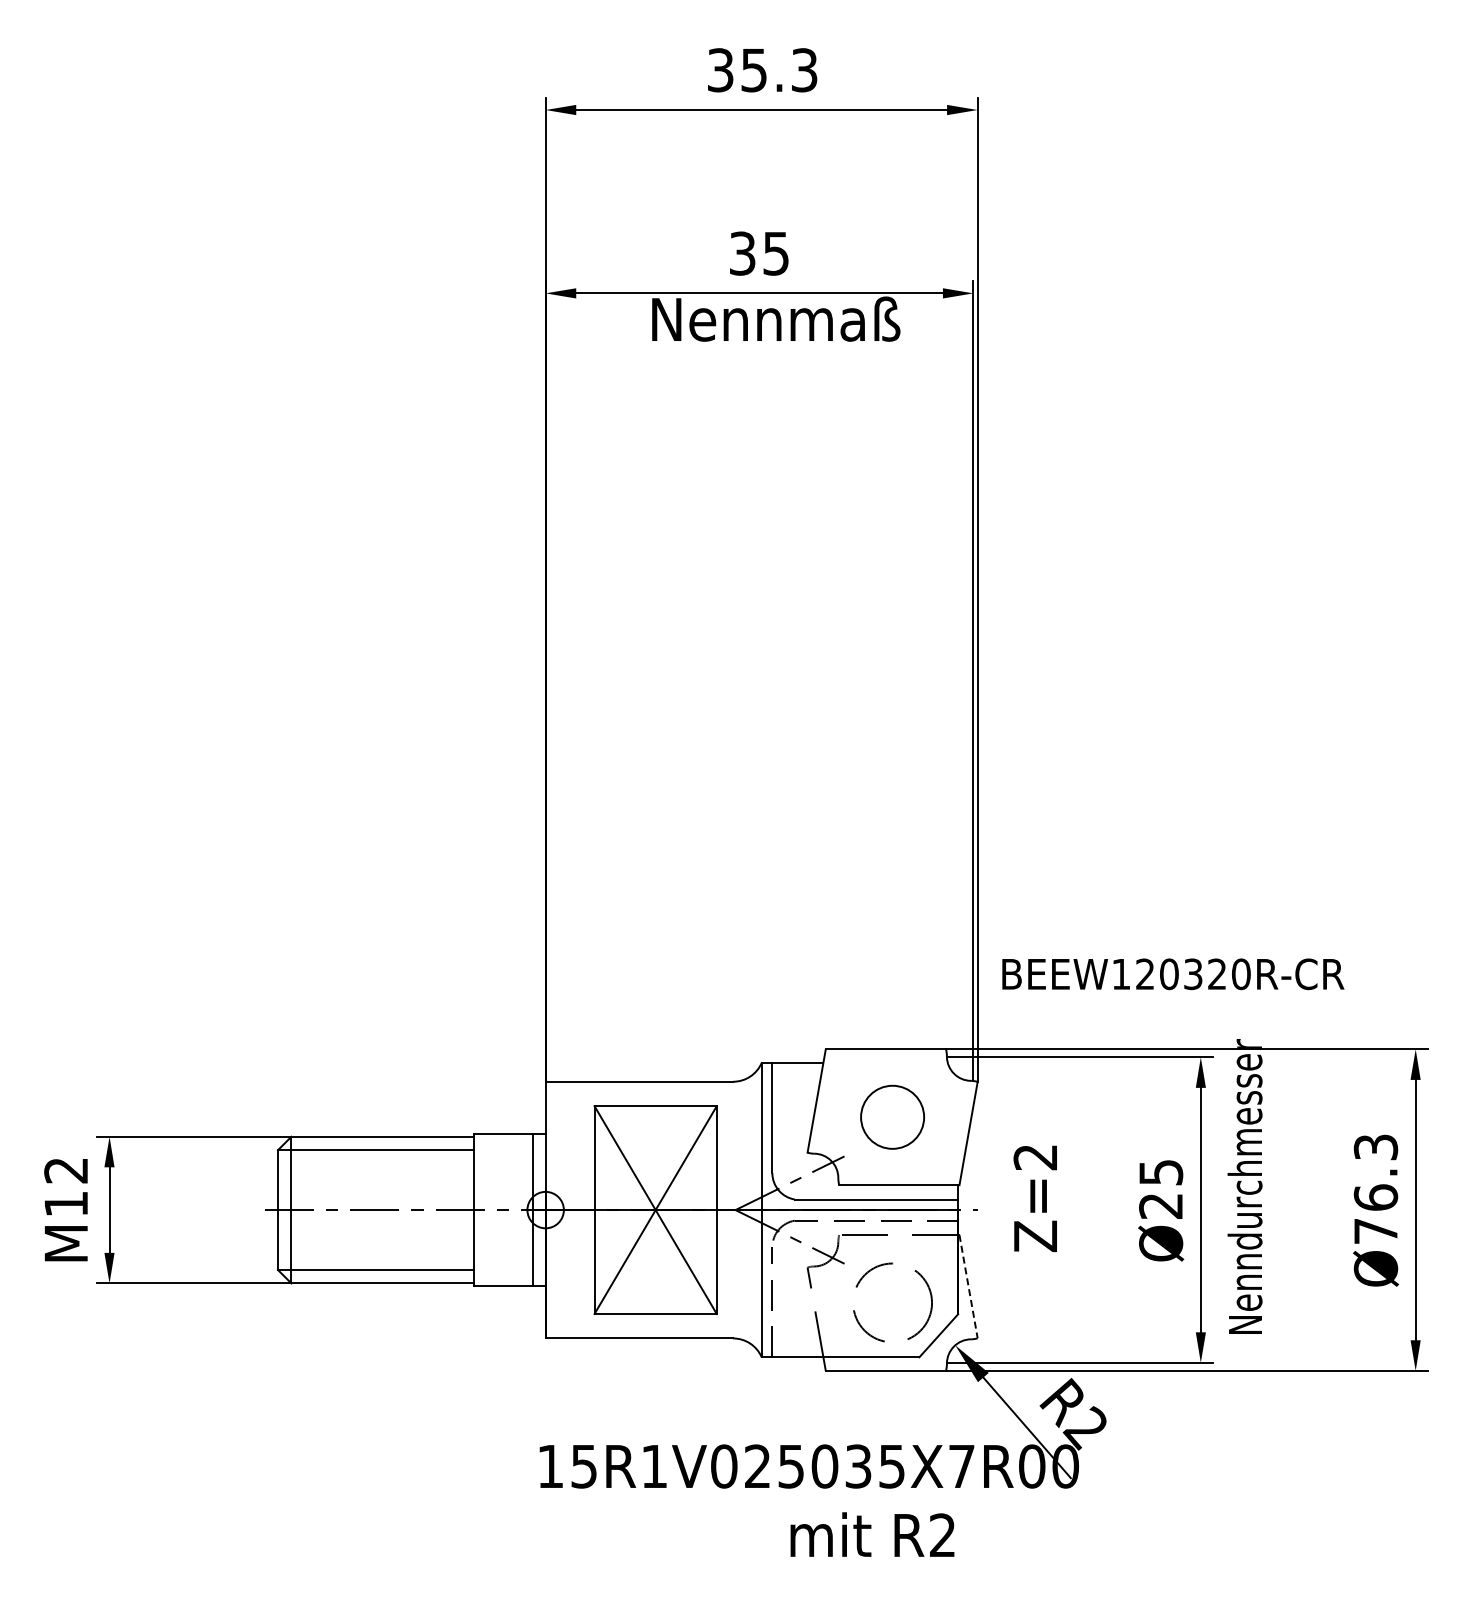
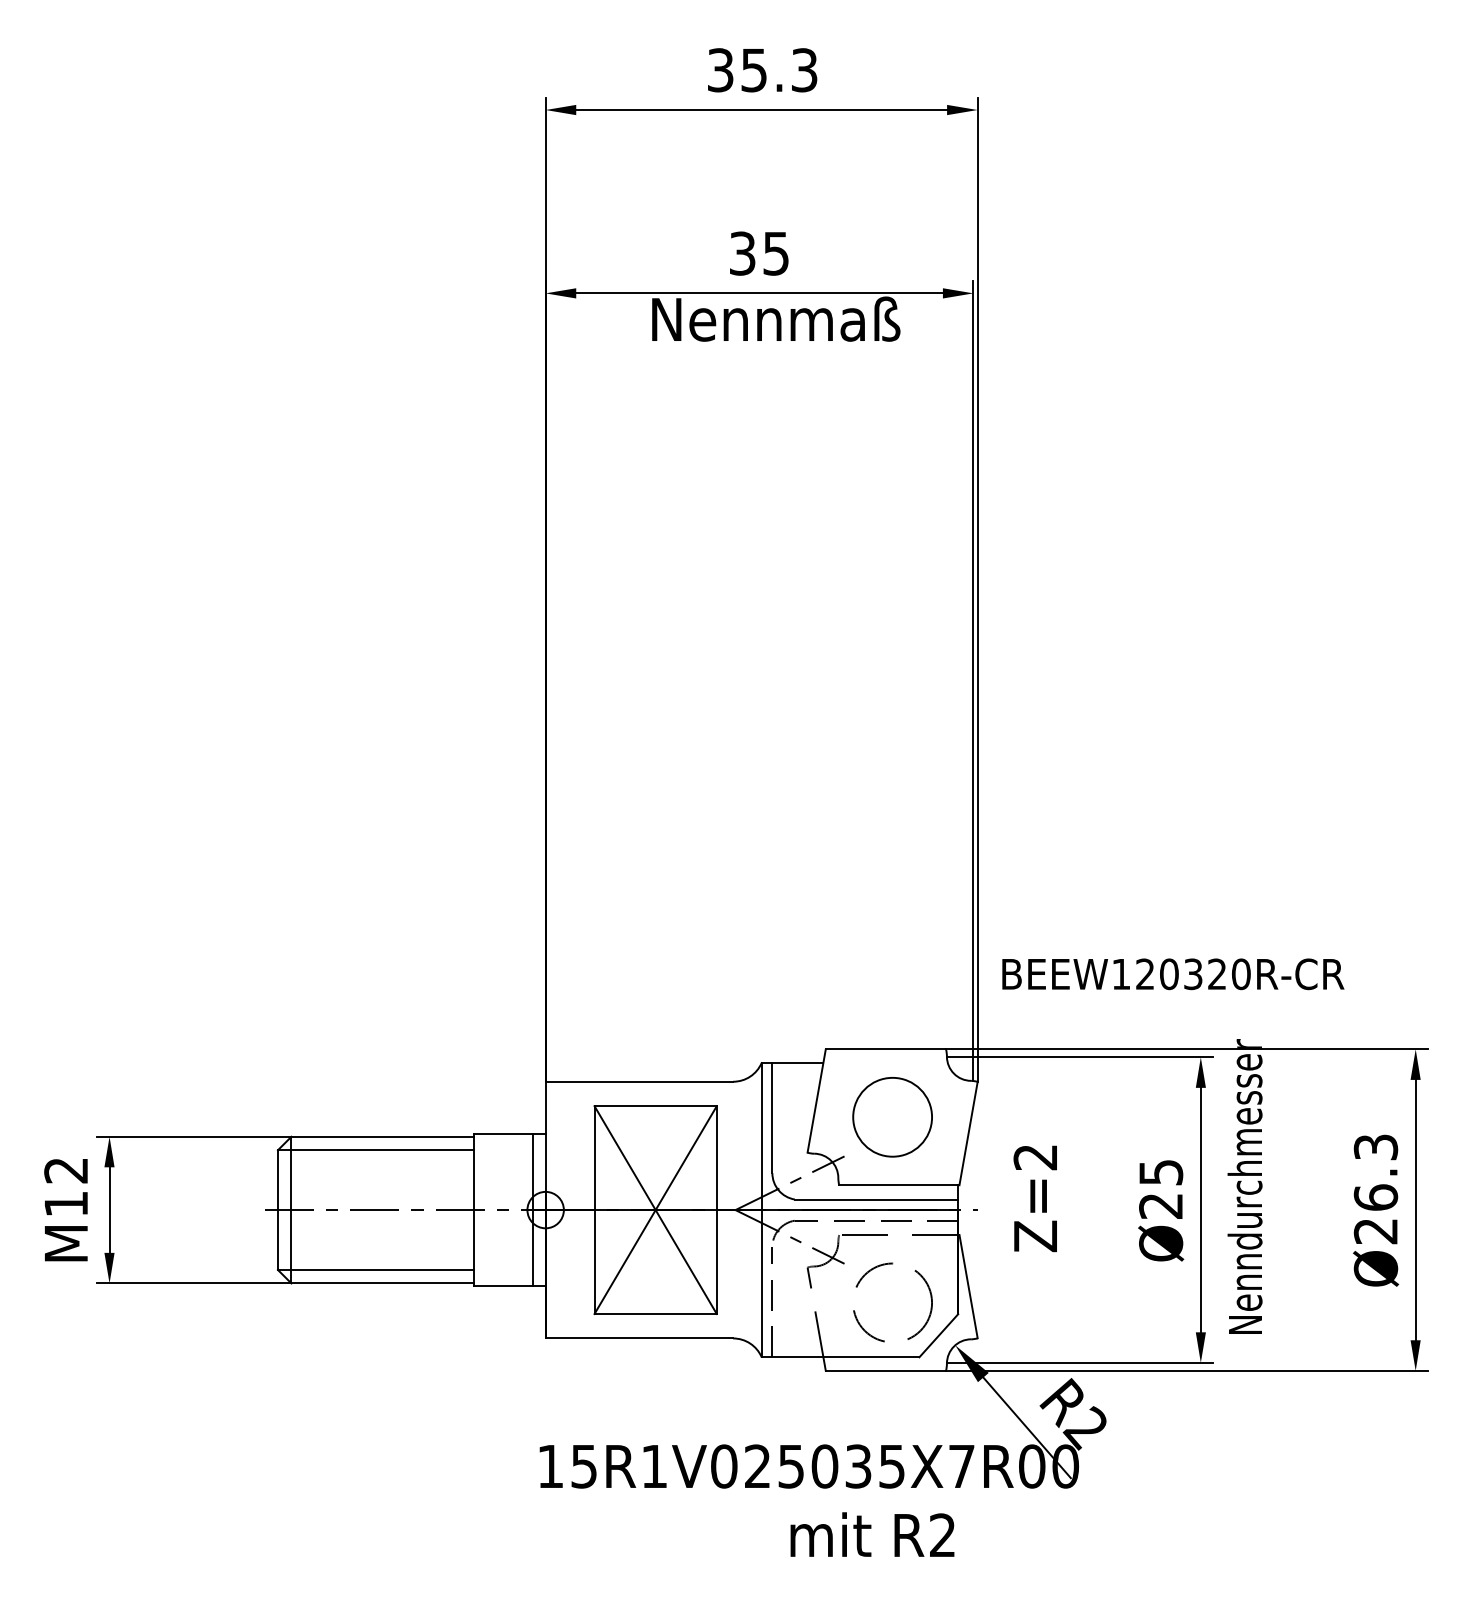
circle at (892, 1116) size: 65x66 px -> 81x81 px
text at (1375, 1231): Ø76.3 -> Ø26.3
line at (968, 1287): dashed -> solid
